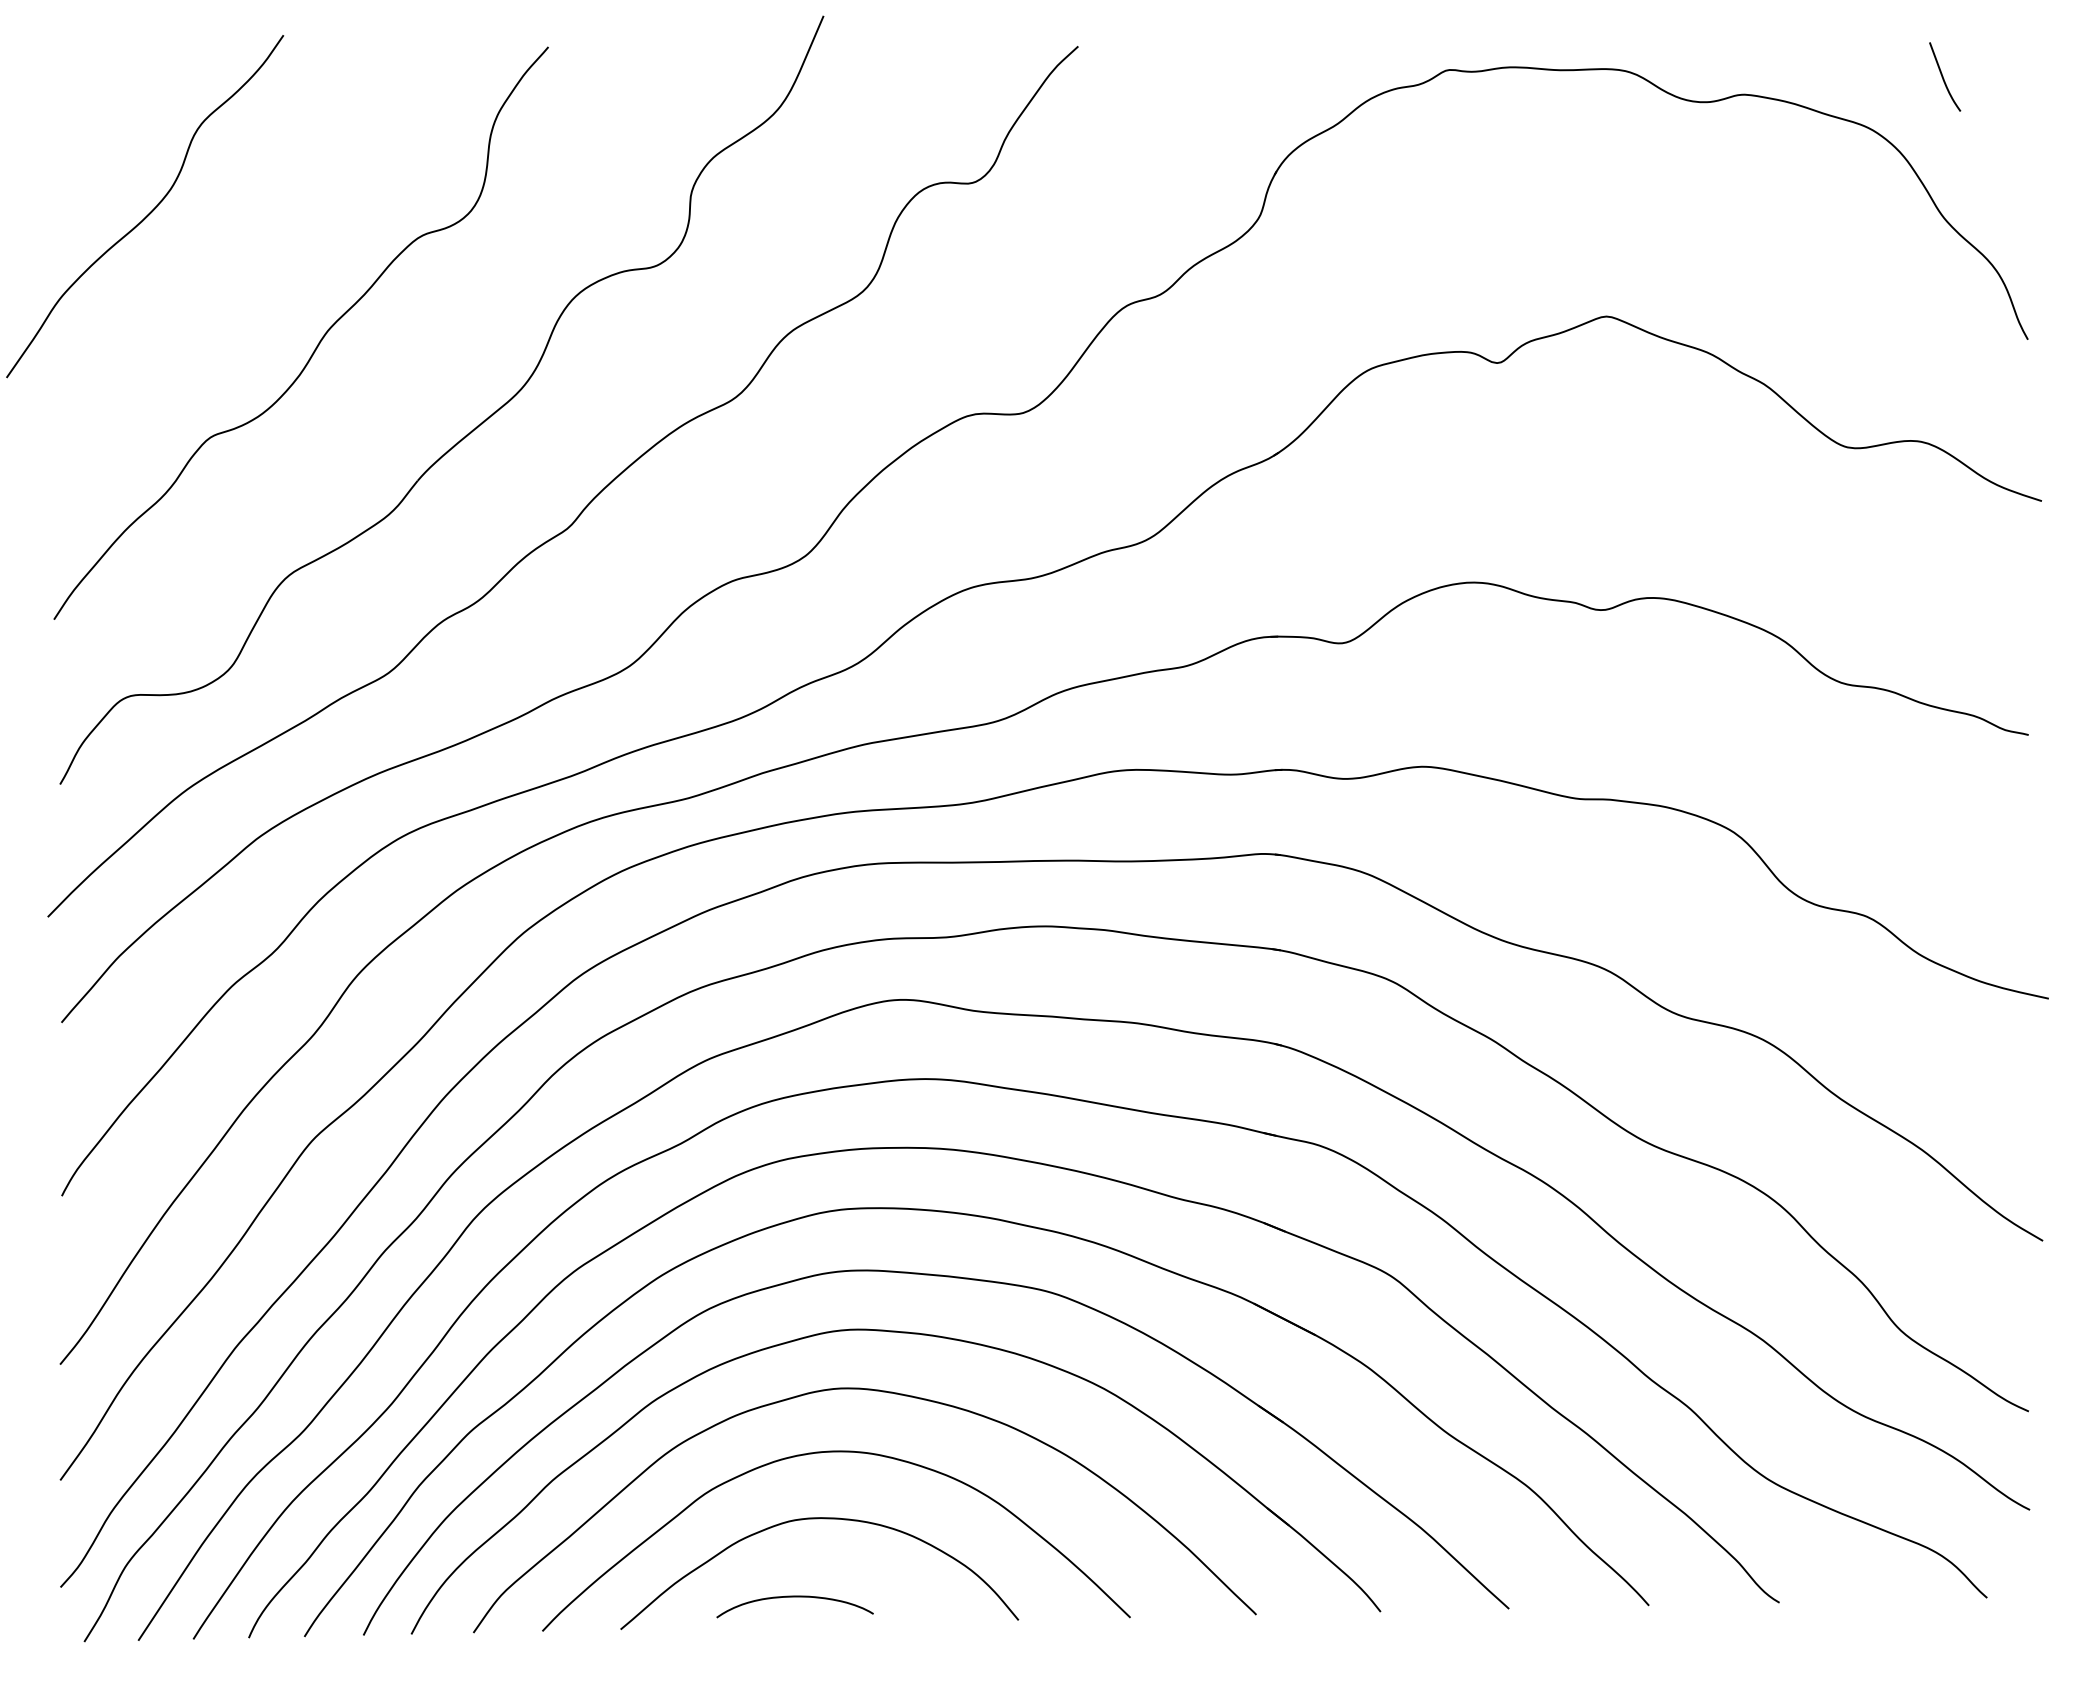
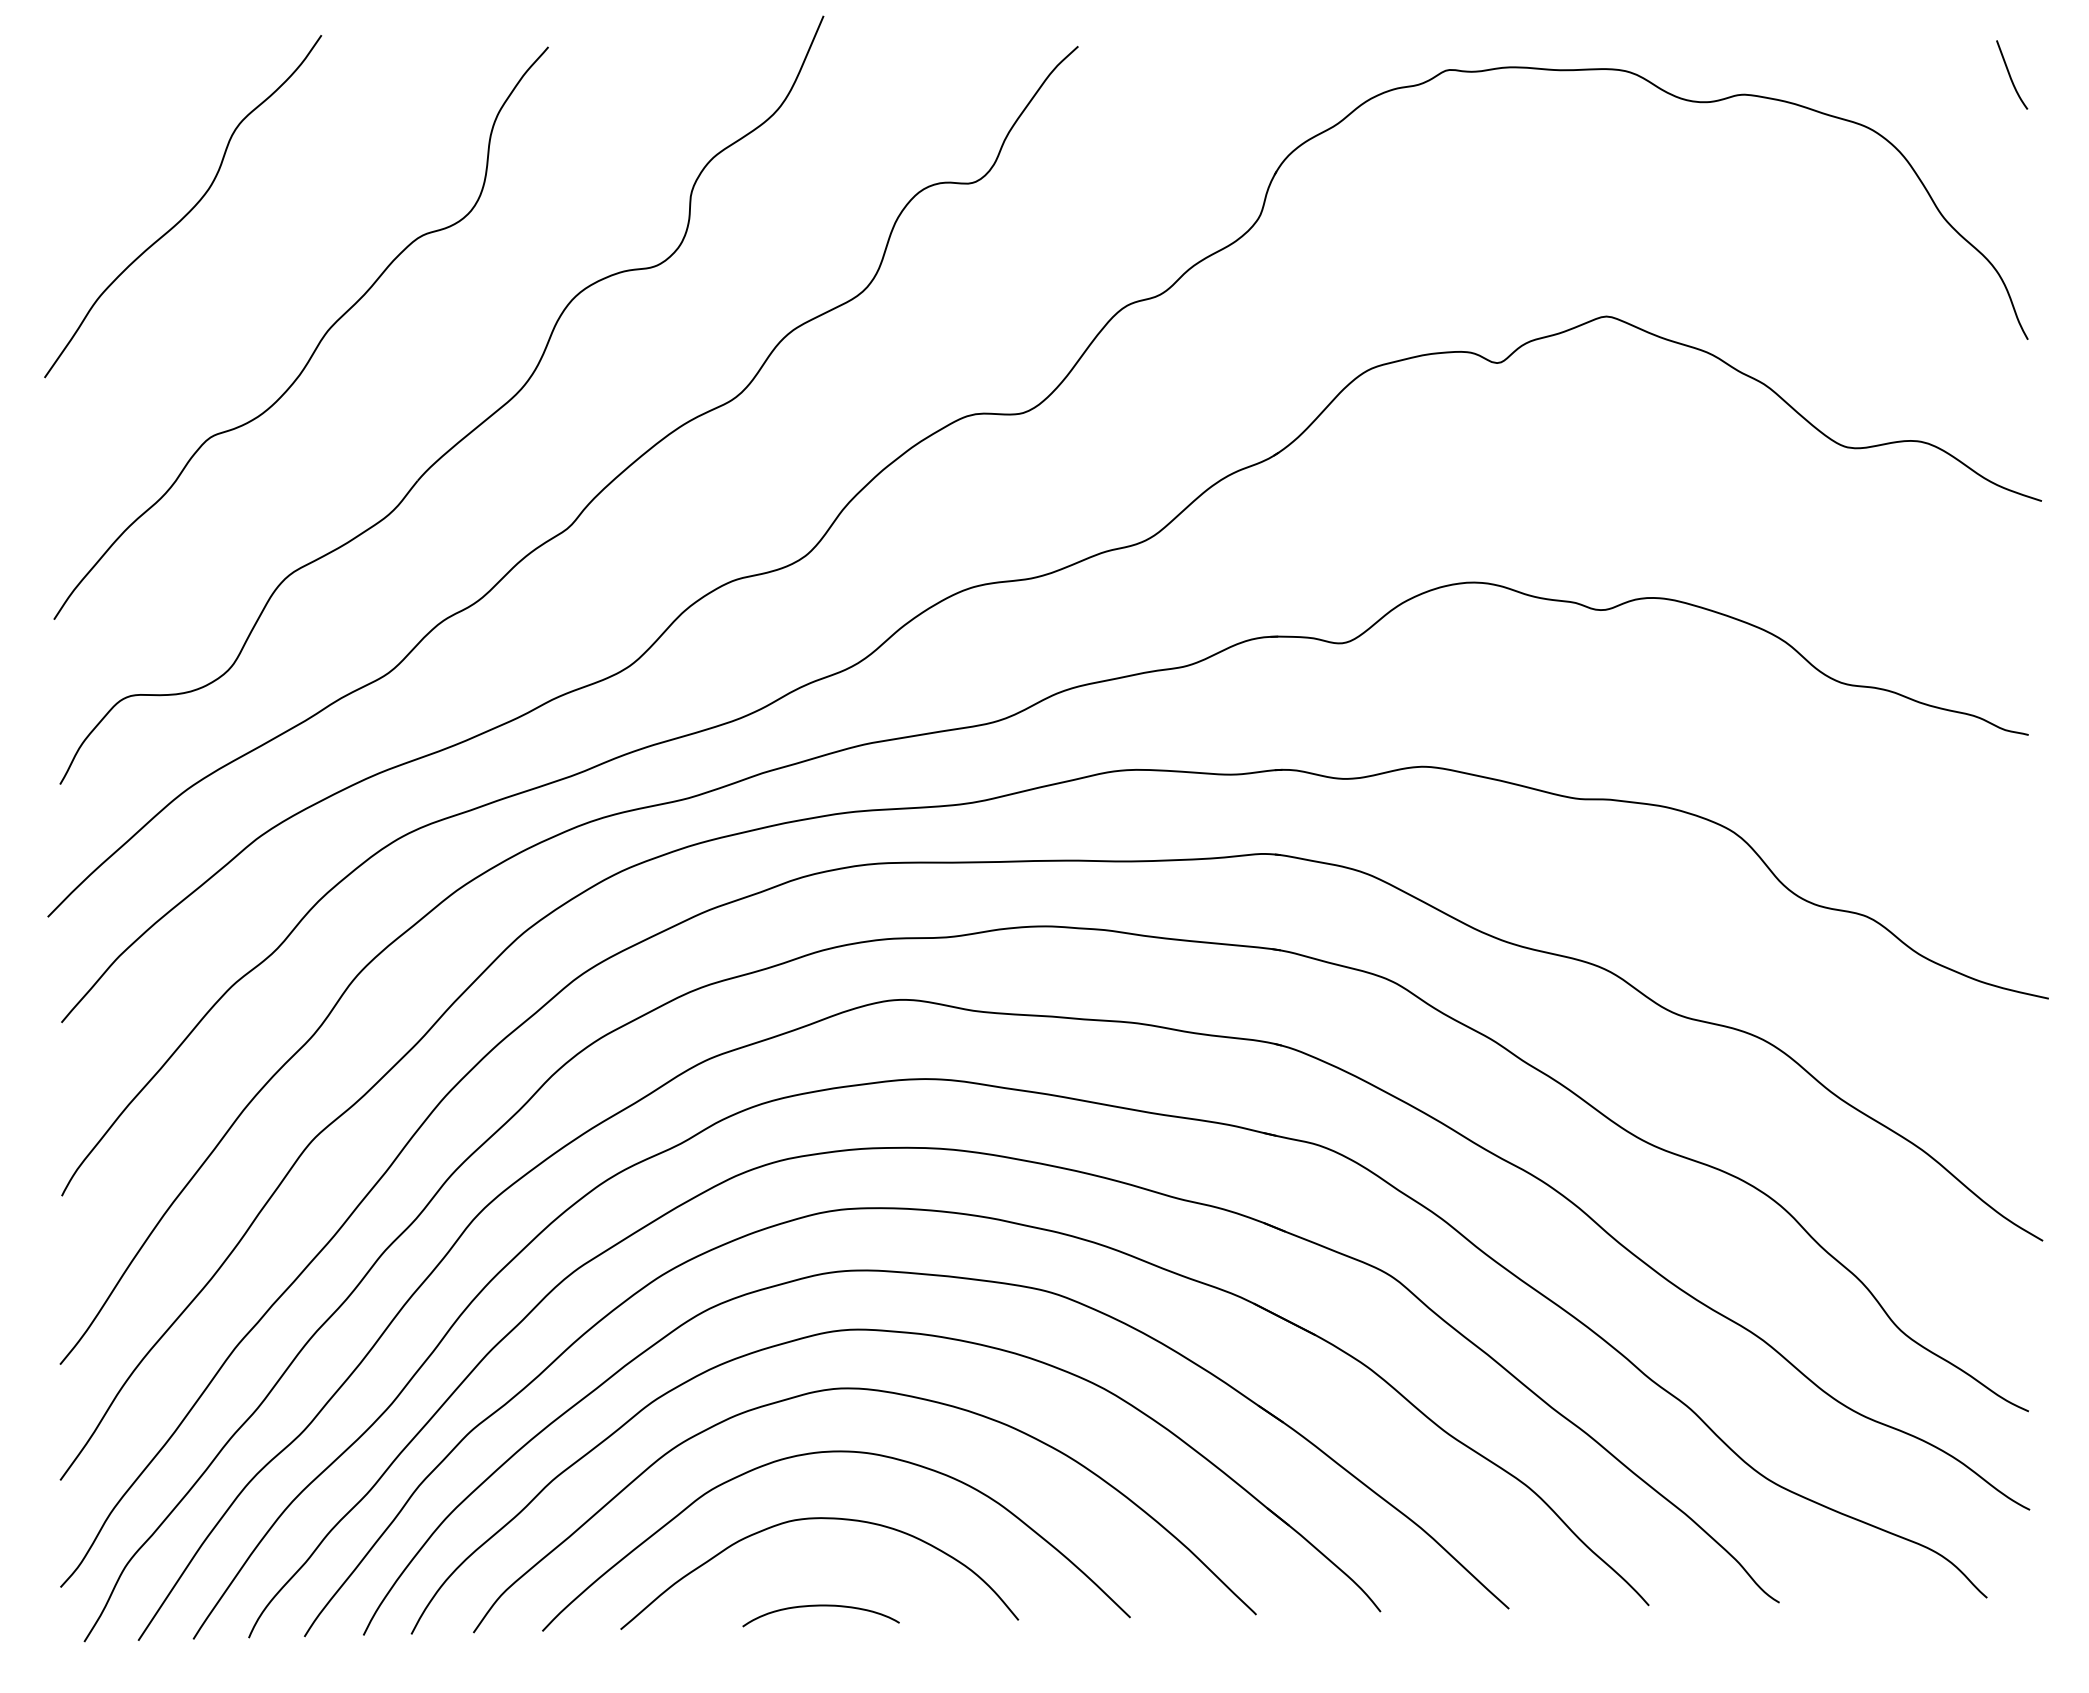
curve at (1943, 76) position: (1943, 76) -> (2010, 74)
curve at (150, 211) position: (150, 211) -> (188, 211)
curve at (794, 1597) position: (794, 1597) -> (820, 1606)
